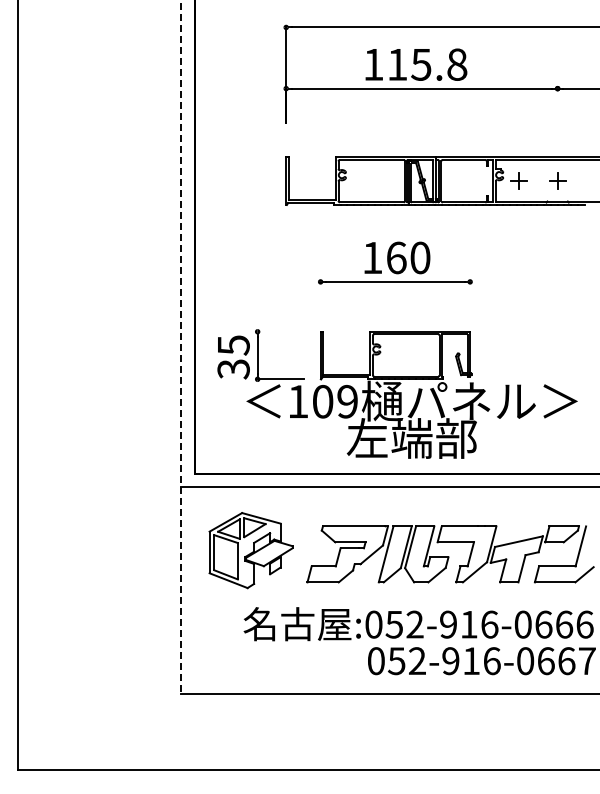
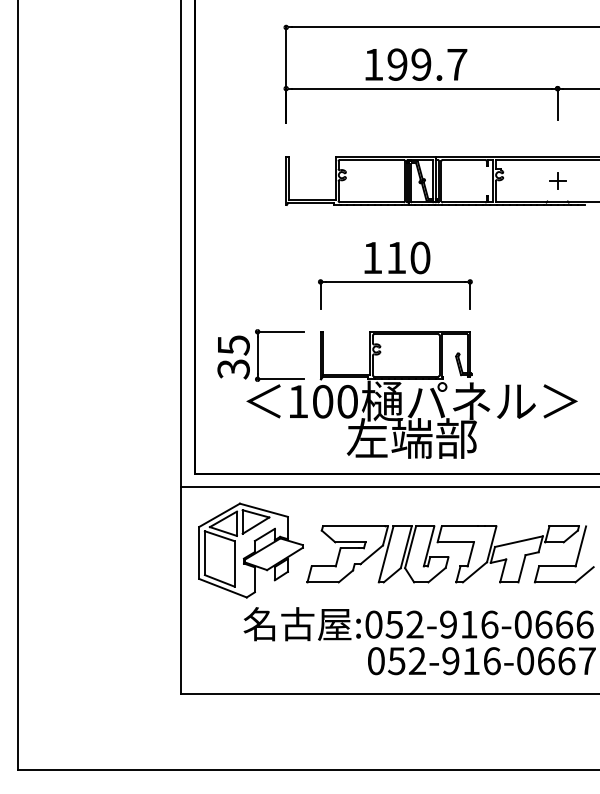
text at (427, 64): 115.8 -> 199.7
line at (557, 103): none -> present
part at (518, 180): present -> none
text at (396, 257): 160 -> 110
line at (320, 295): none -> present
line at (470, 295): none -> present
line at (280, 331): none -> present
line at (181, 347): dashed -> solid
text at (347, 401): 109 -> 100
part at (250, 550) size: 86x78 px -> 106x97 px
